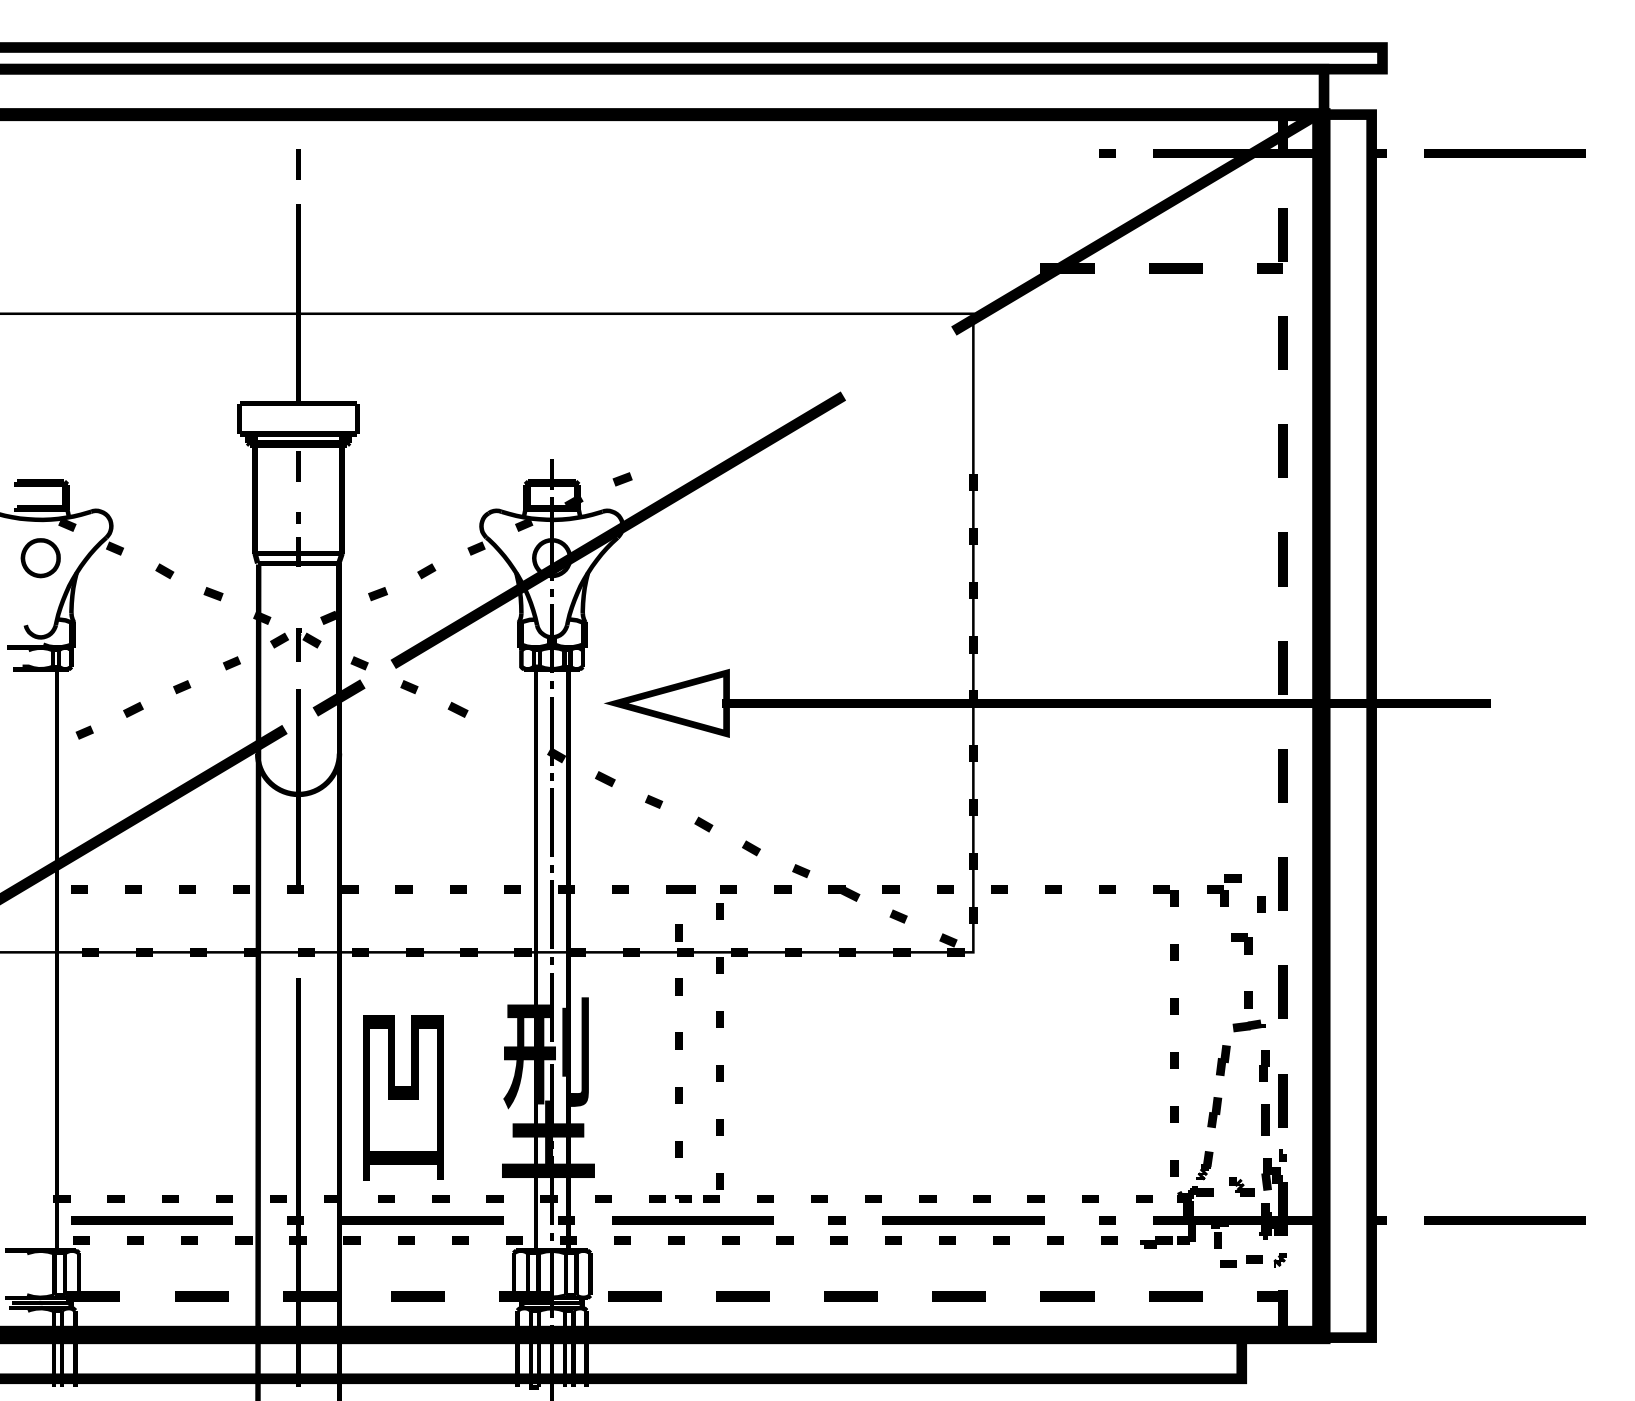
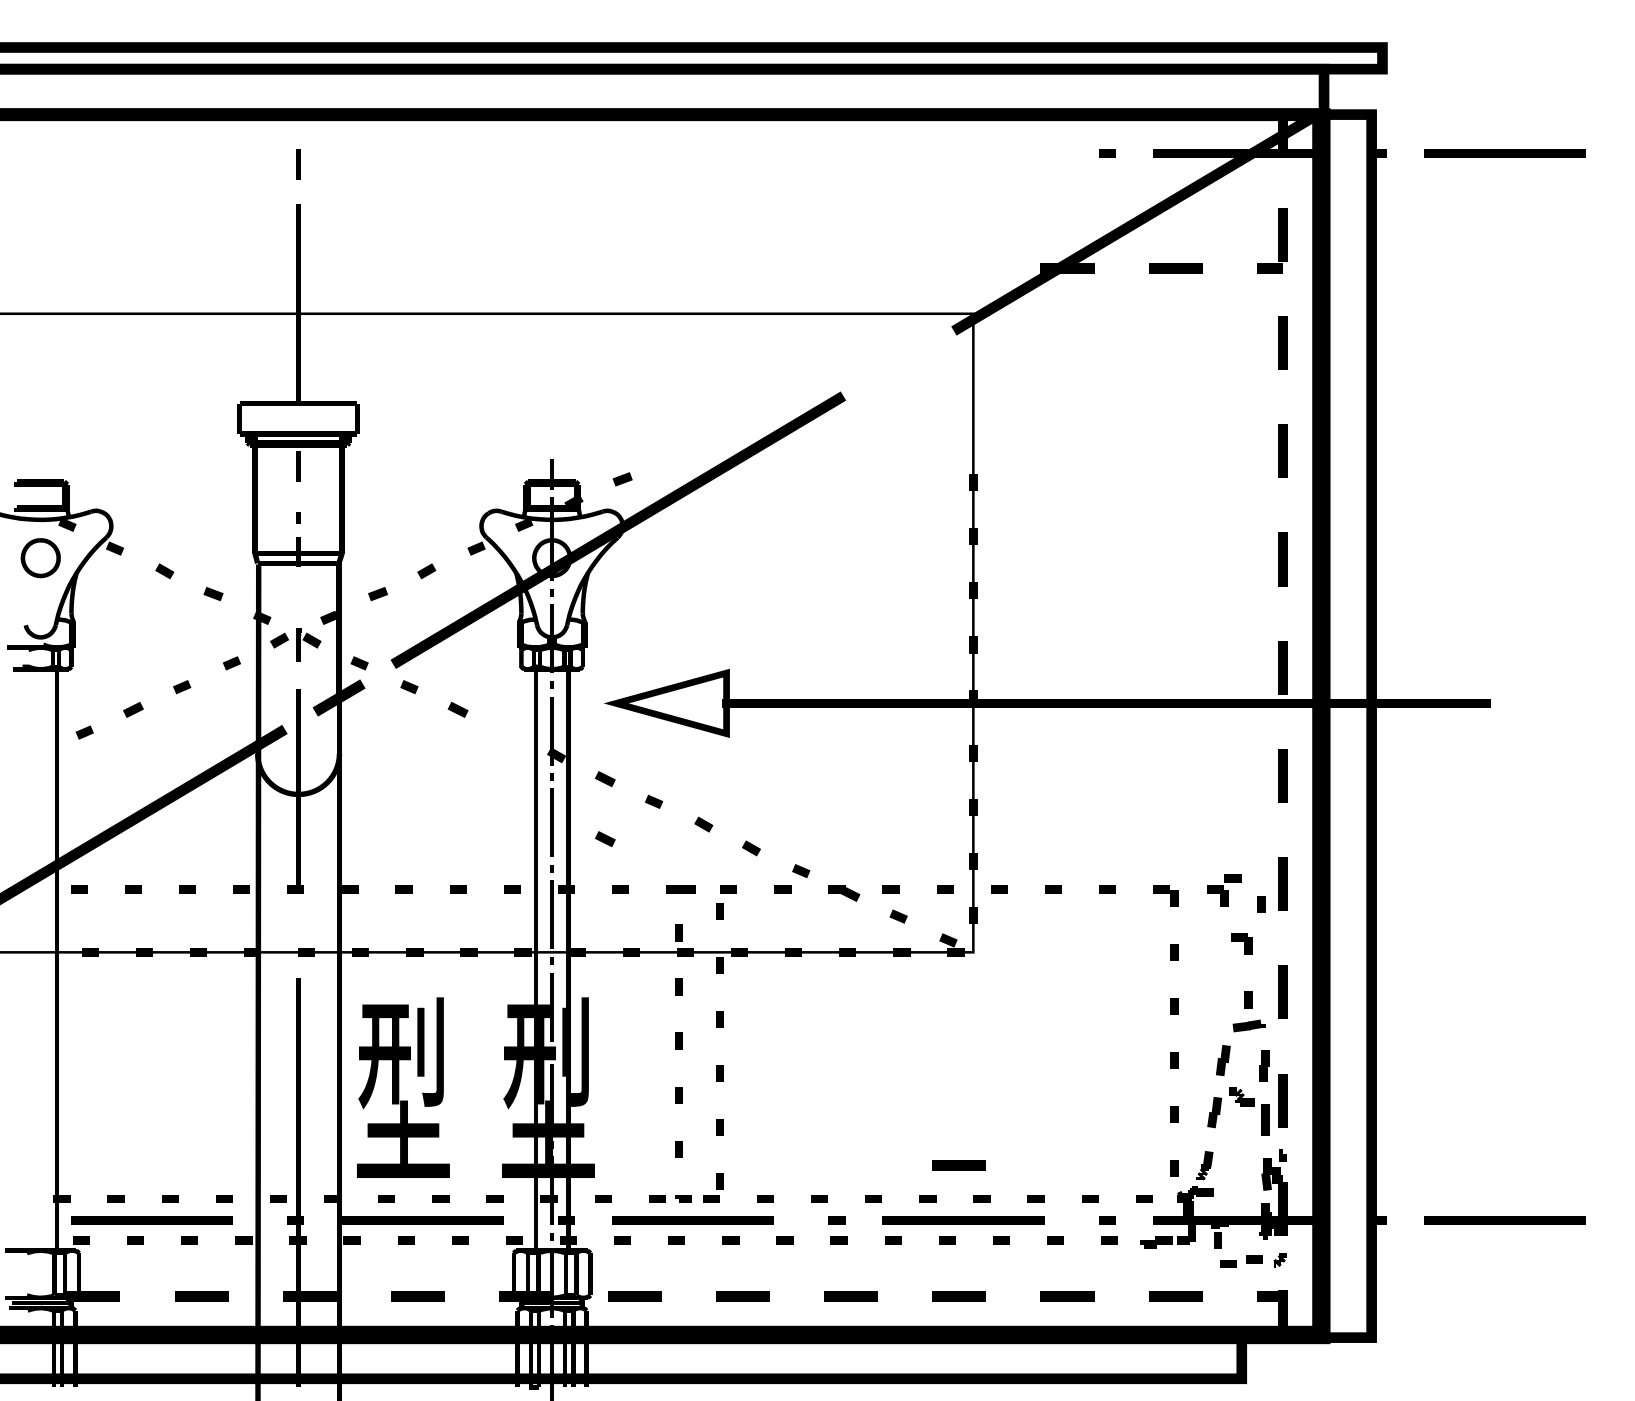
line at (605, 838): none -> present
text at (403, 1088): 凹 -> 型
line at (958, 1165): none -> present
part at (1241, 1186) position: (1241, 1186) -> (1241, 1096)
